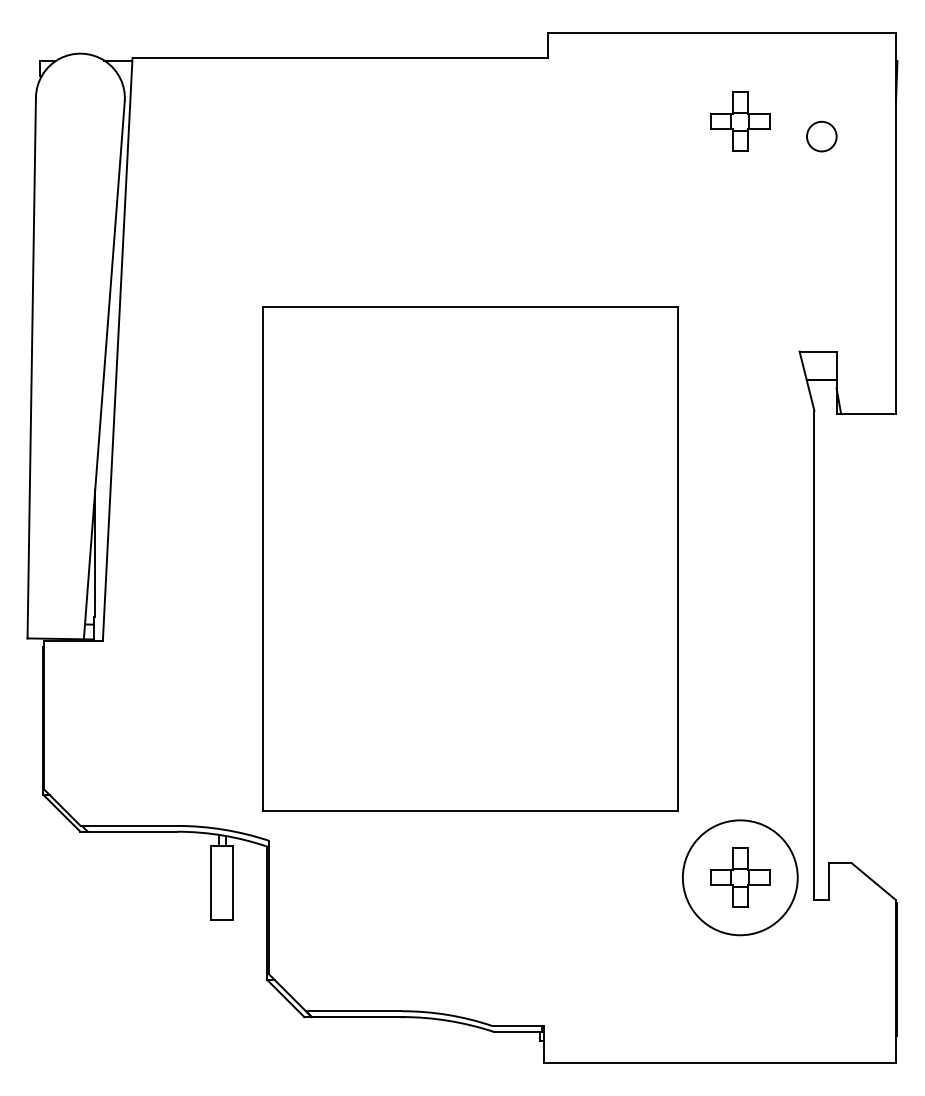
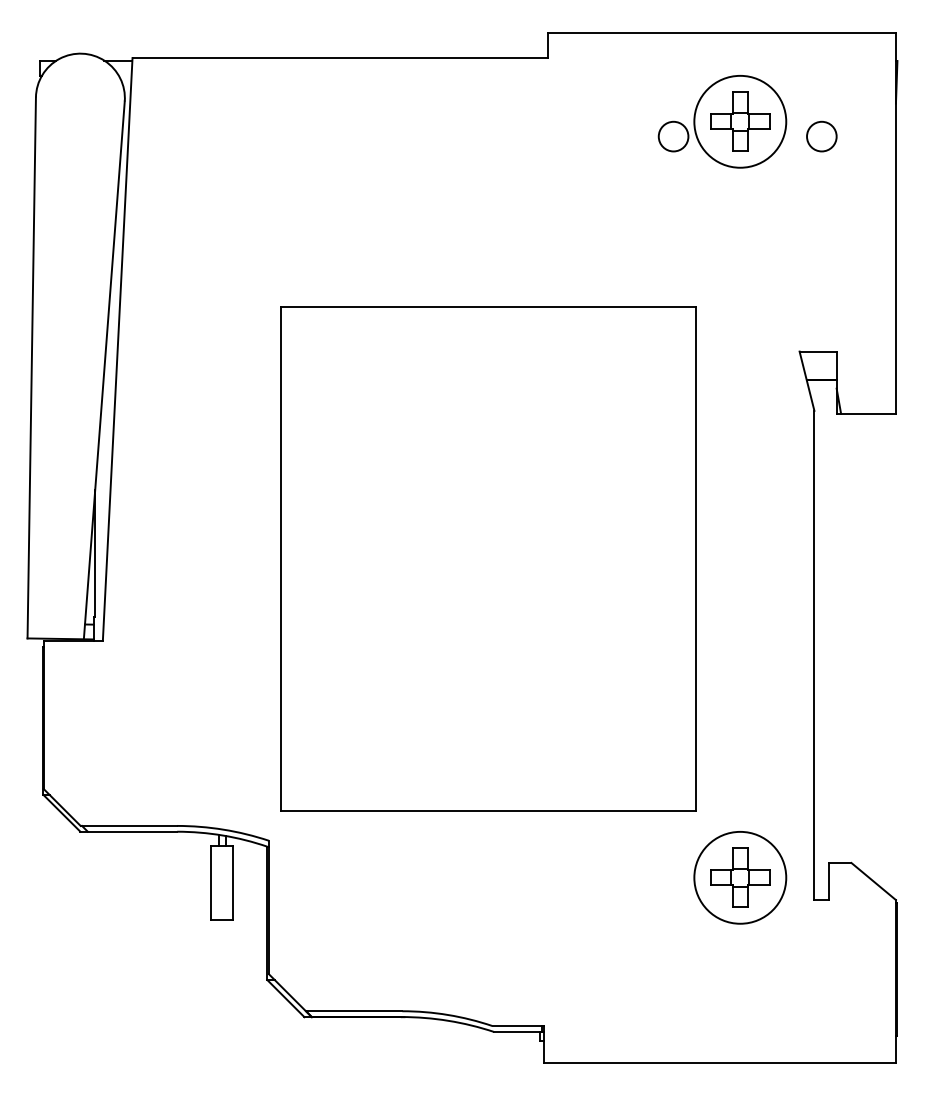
part at (722, 121): none -> present
part at (470, 558) position: (470, 558) -> (488, 558)
circle at (739, 877) diameter: 115 px -> 92 px
